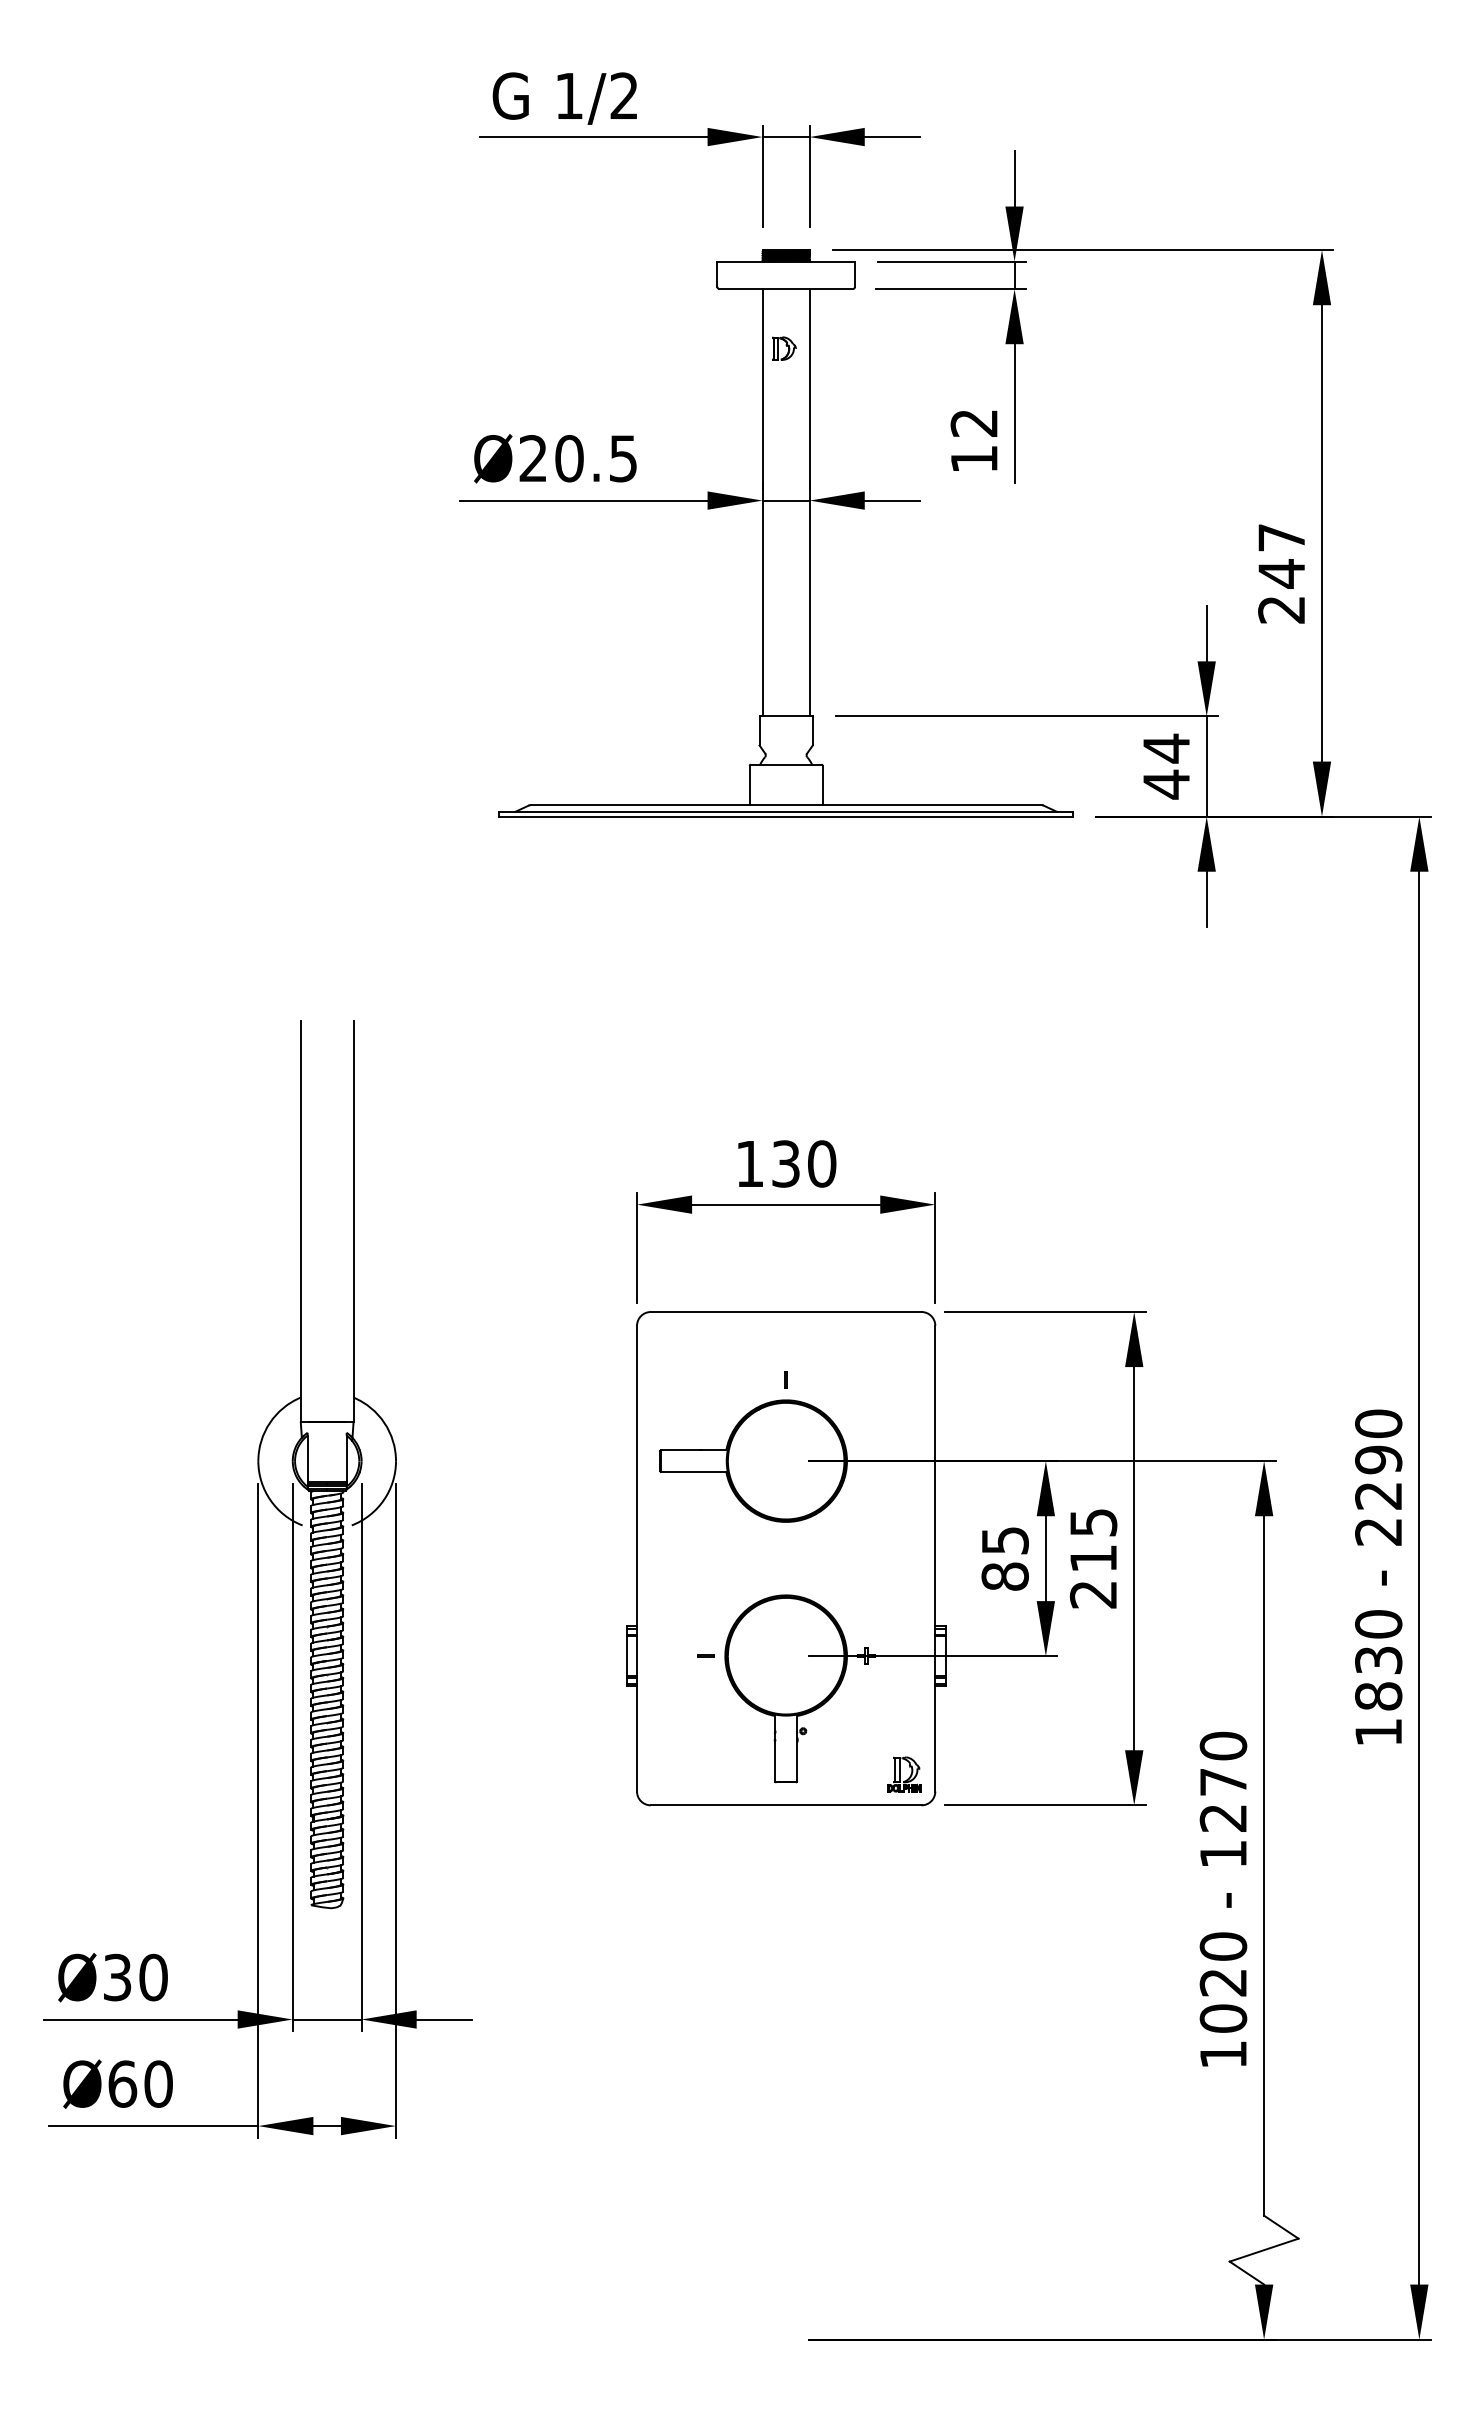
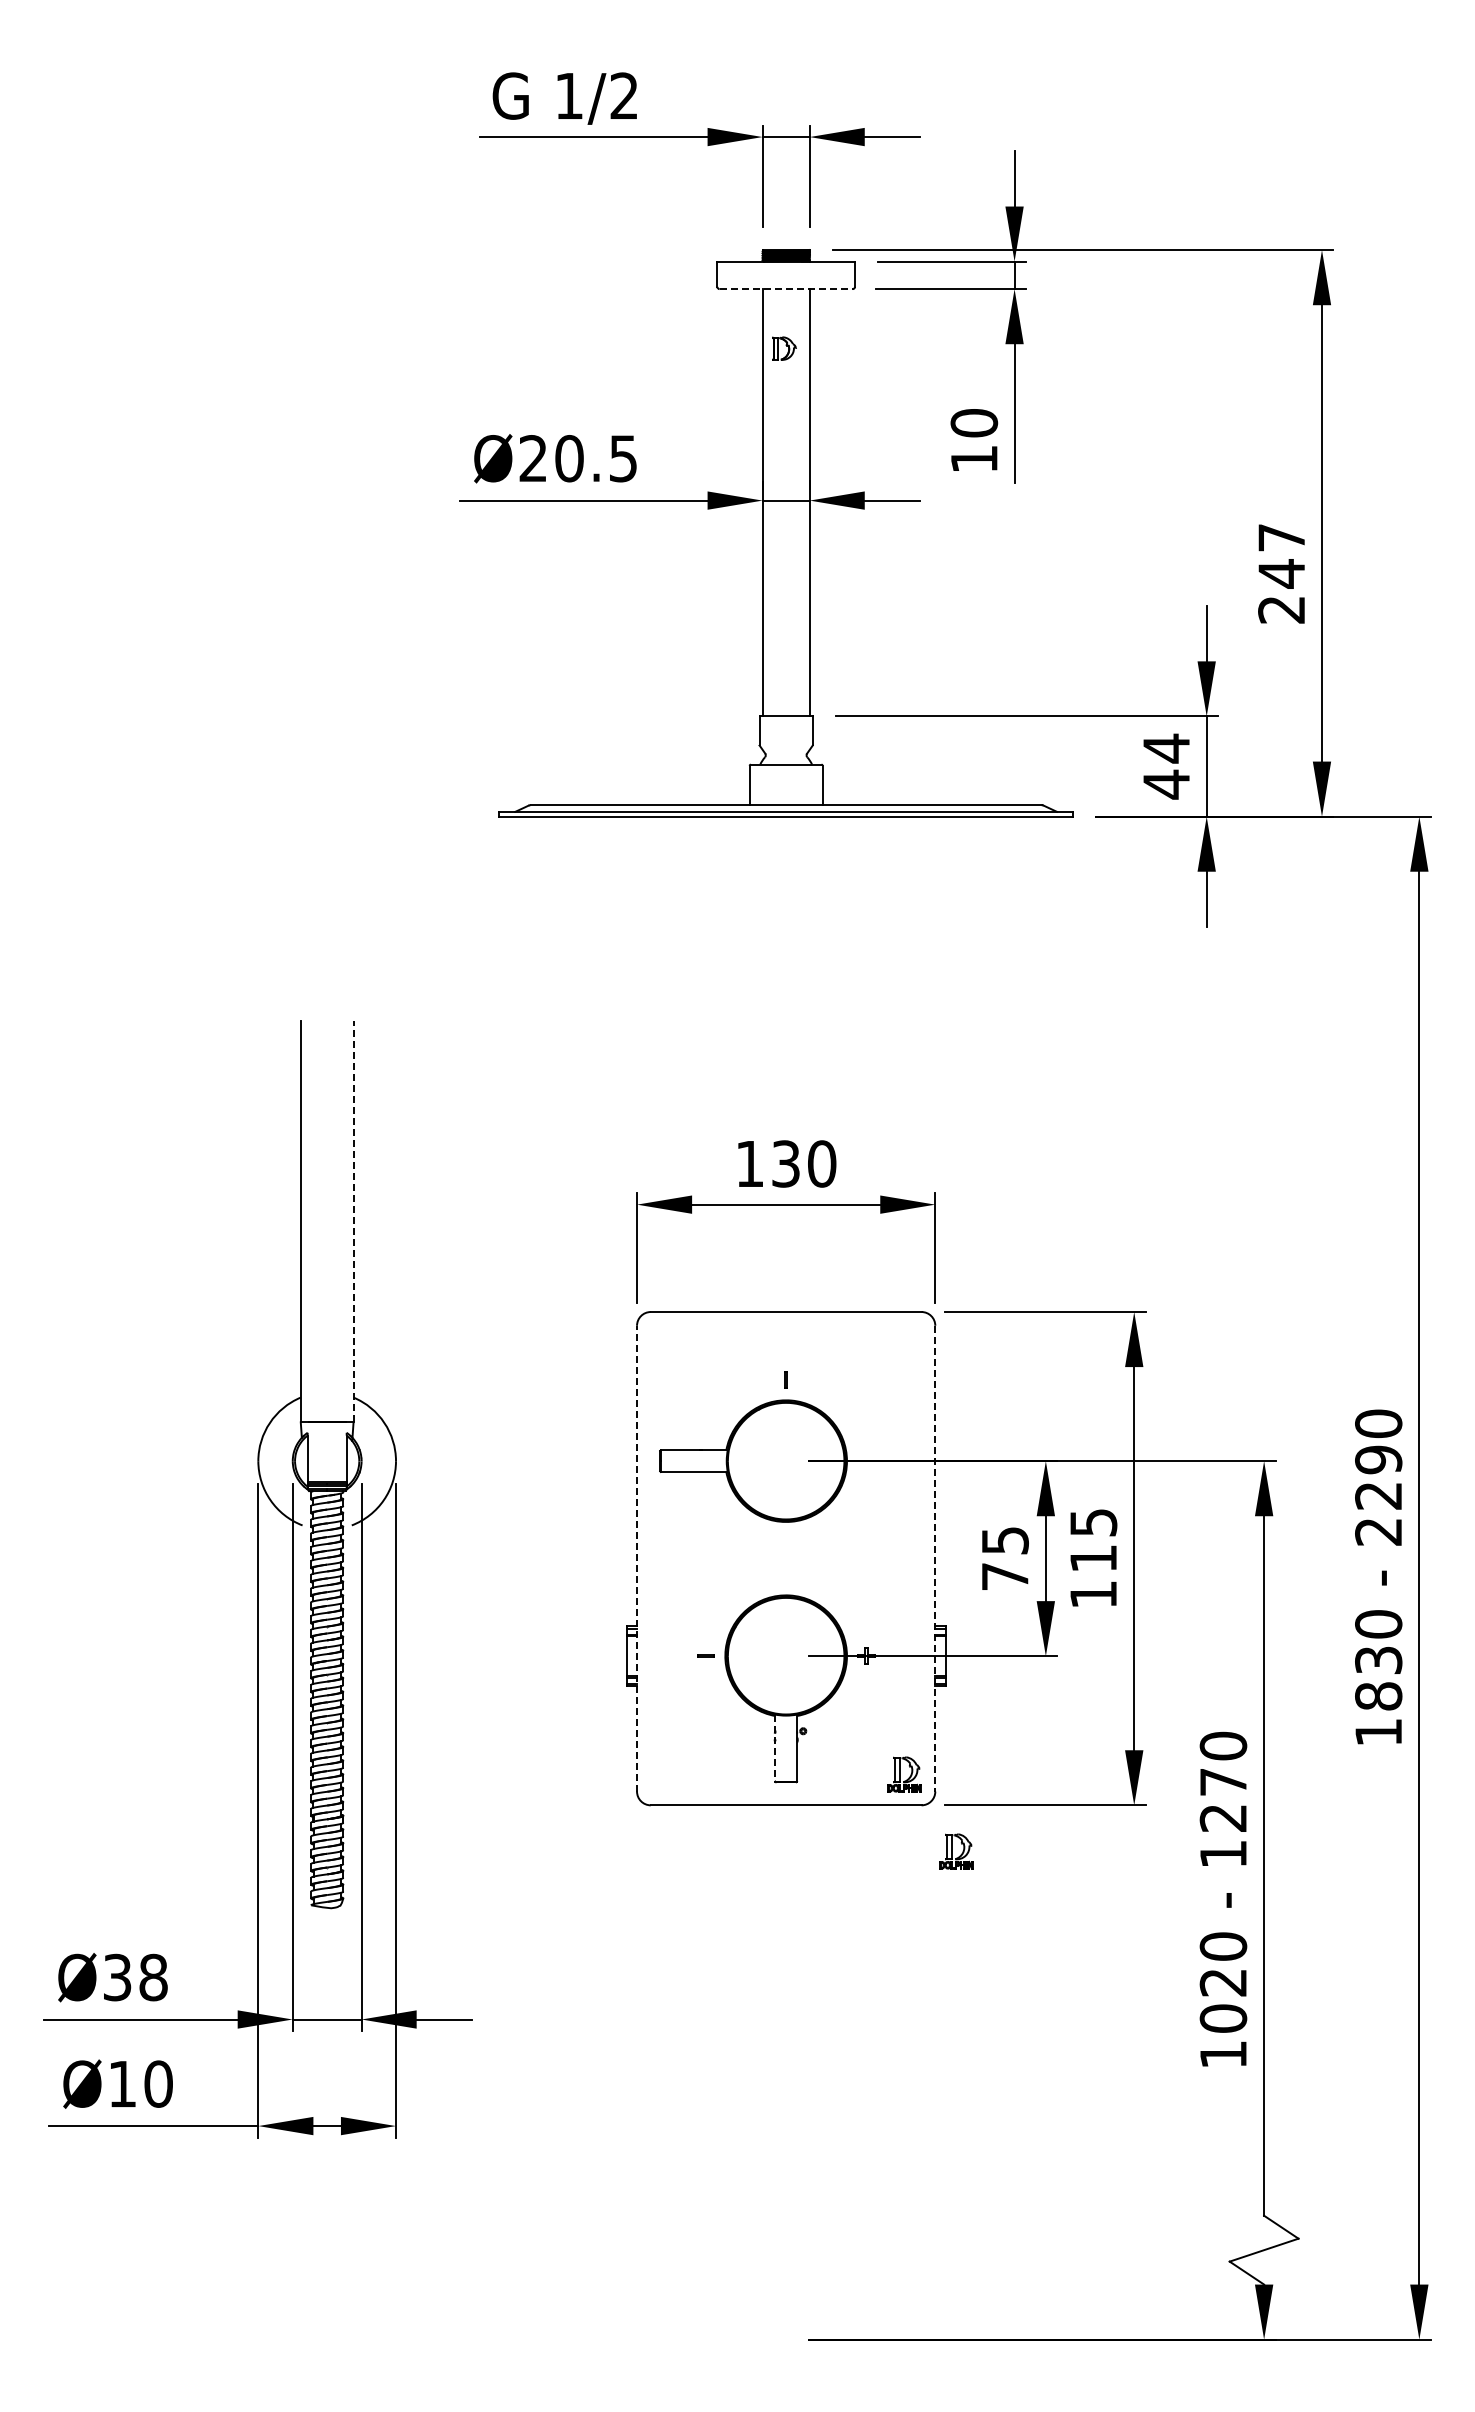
line at (786, 289): solid -> dashed
text at (974, 423): 12 -> 10
line at (353, 1221): solid -> dashed
line at (637, 1558): solid -> dashed
line at (935, 1558): solid -> dashed
text at (1004, 1576): 85 -> 75
text at (1092, 1594): 215 -> 115
line at (775, 1748): solid -> dashed
part at (956, 1851): none -> present
text at (153, 1977): Ø30 -> Ø38
text at (122, 2083): Ø60 -> Ø10
